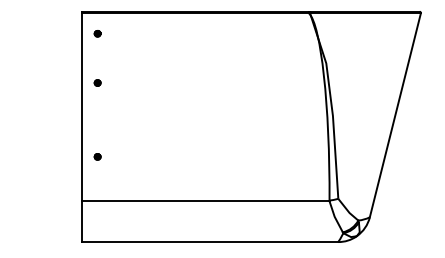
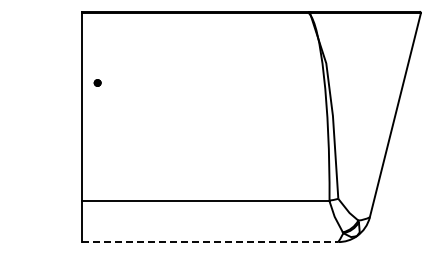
part at (97, 33): present -> none
part at (97, 156): present -> none
line at (210, 242): solid -> dashed
